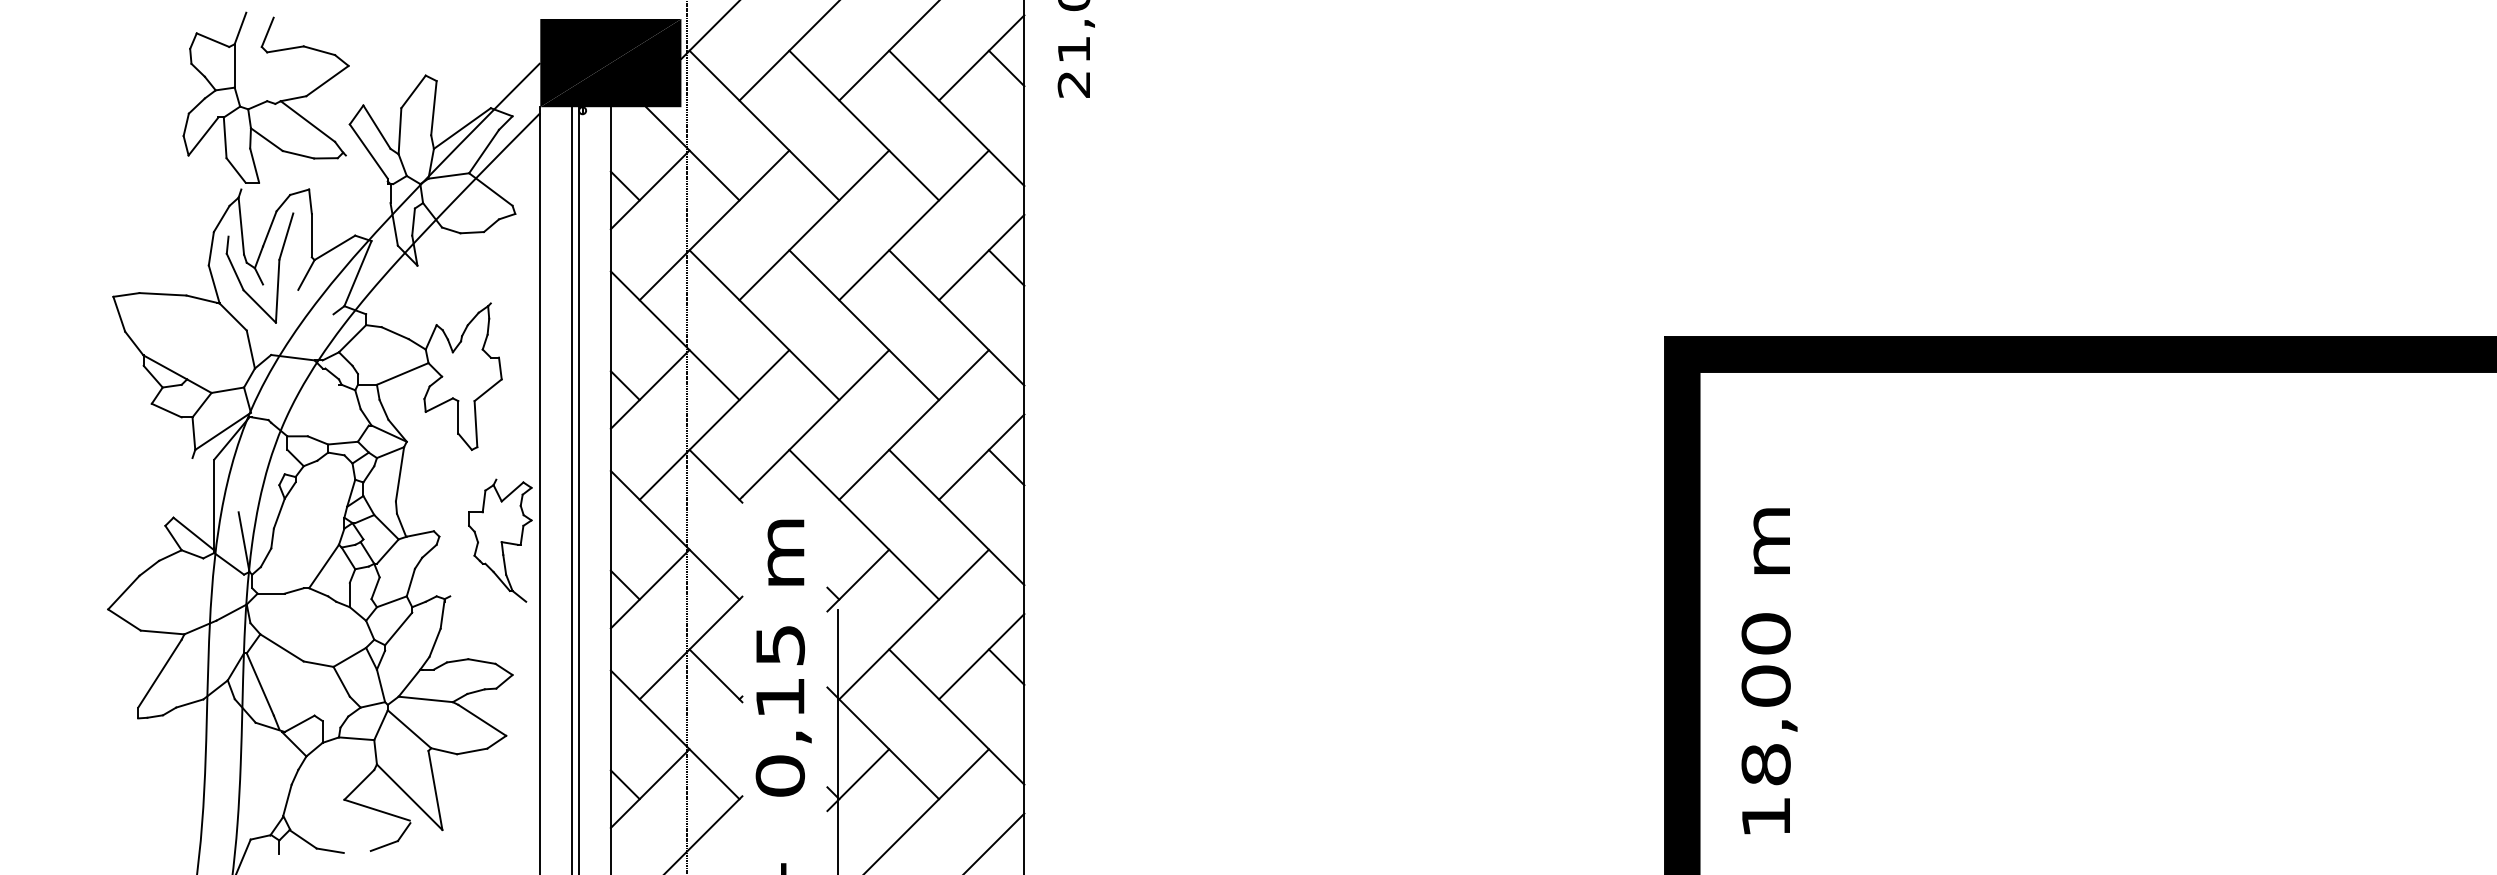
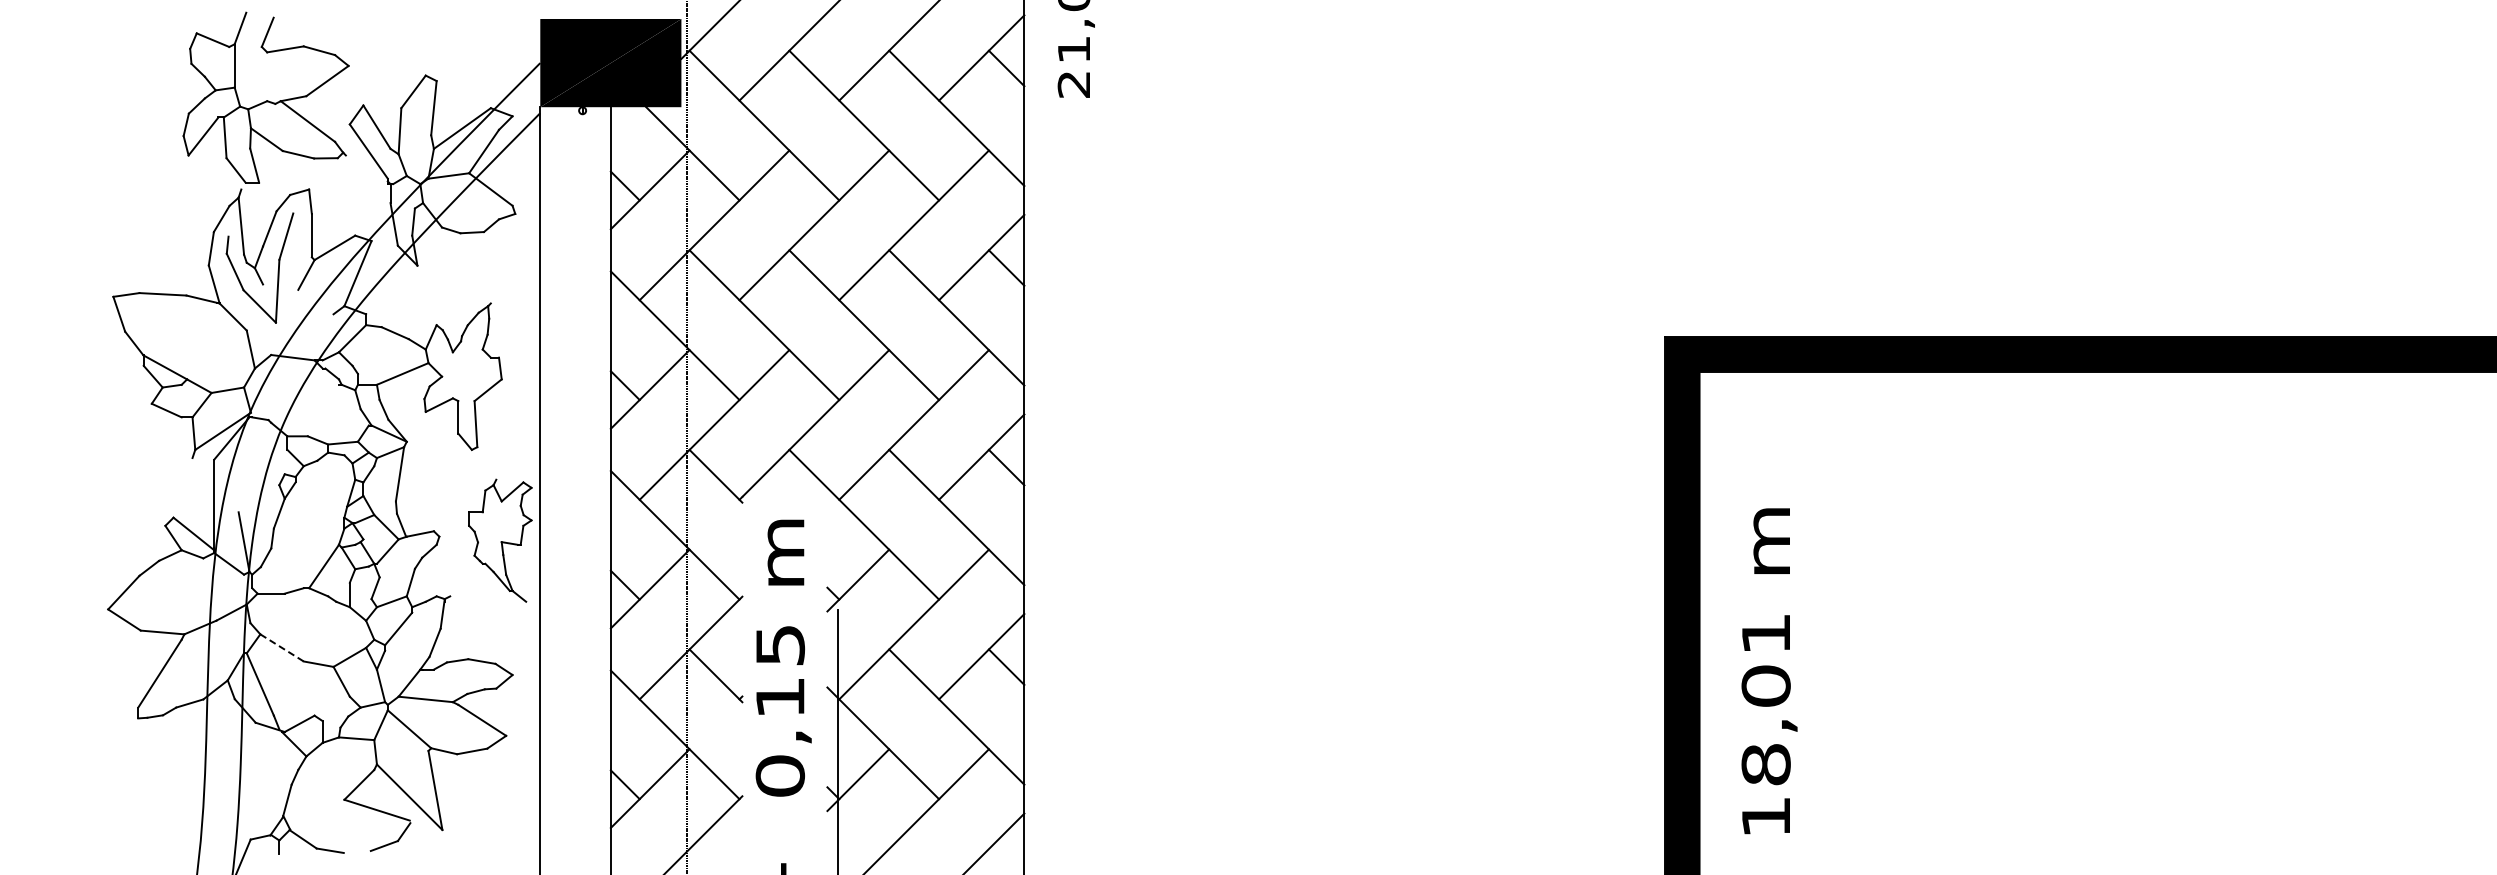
line at (572, 489): present -> none
line at (579, 489): present -> none
text at (1765, 633): 18,00 -> 18,01
line at (282, 647): solid -> dashed
